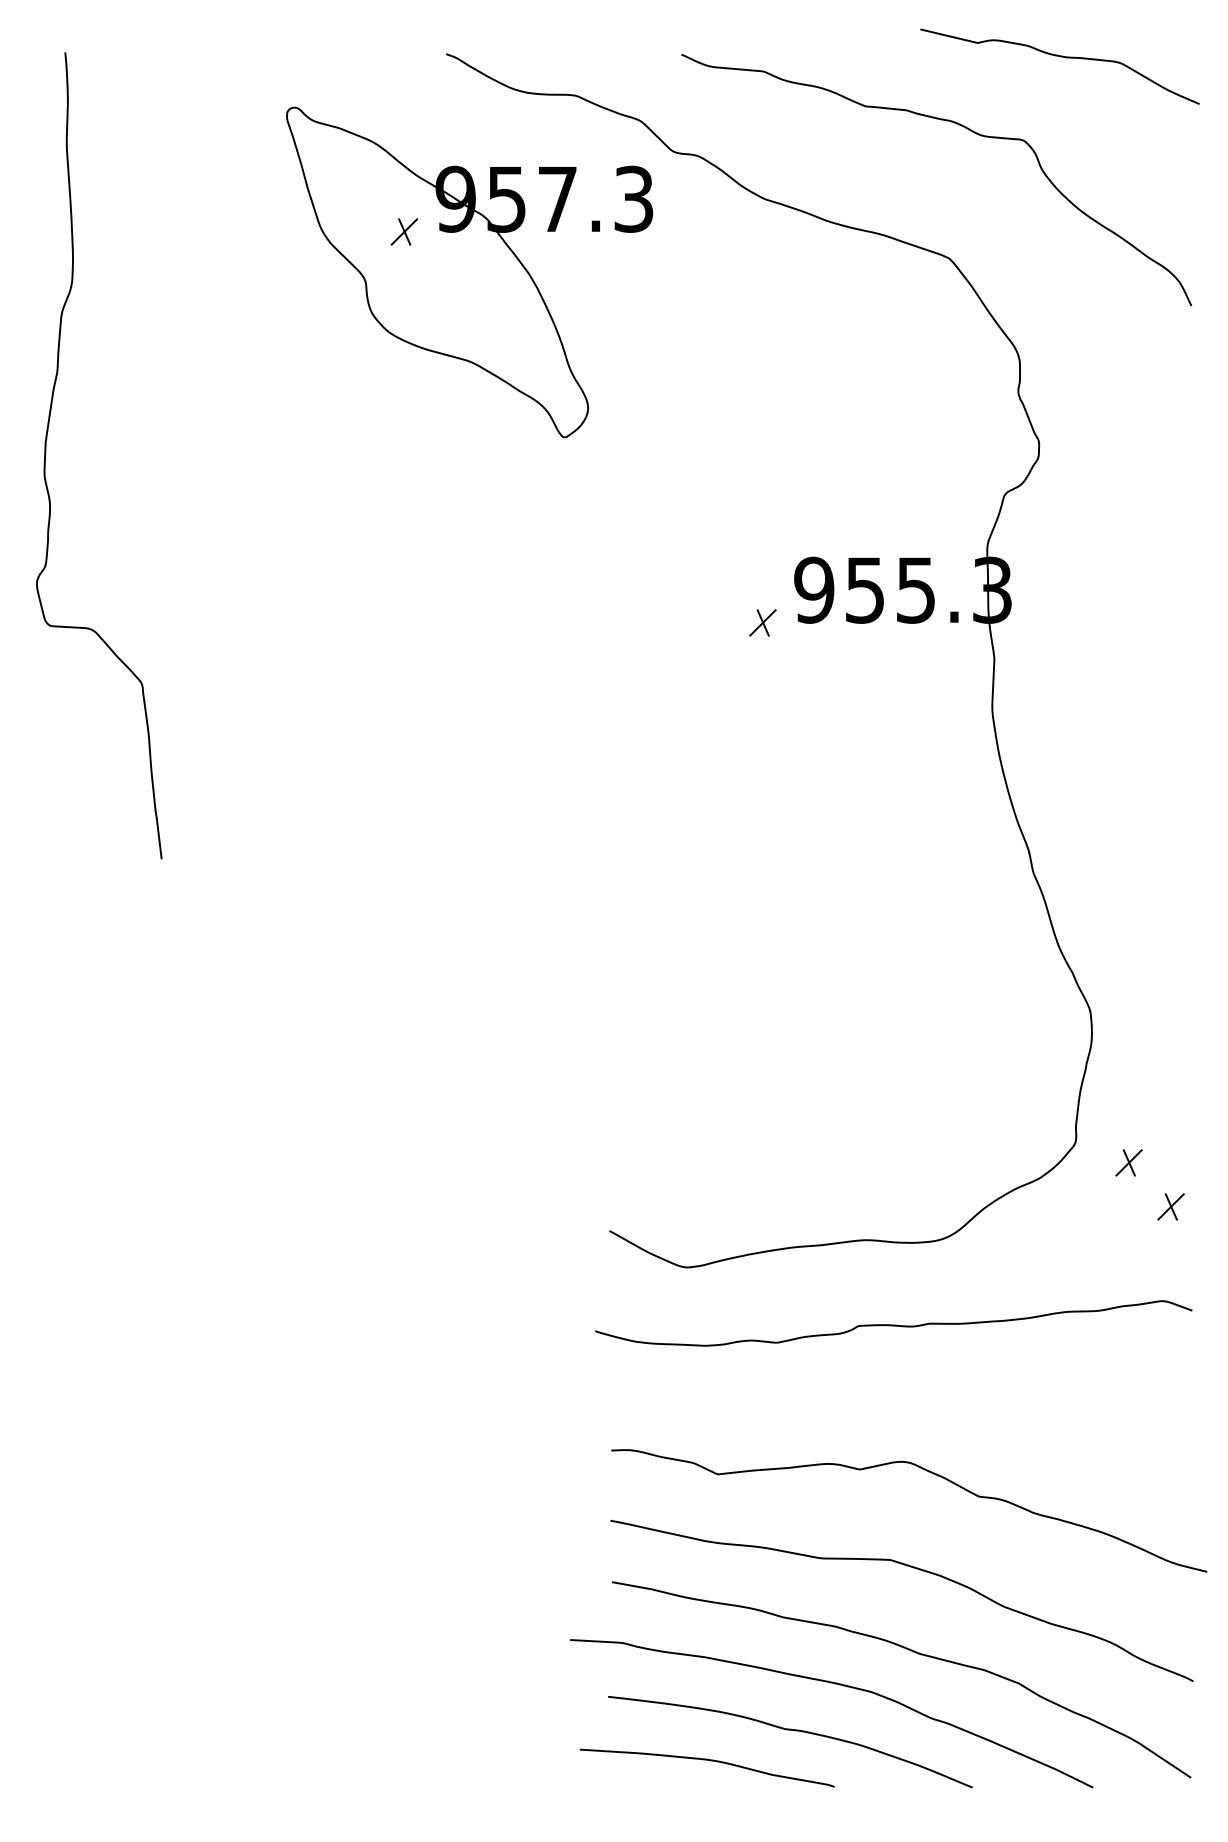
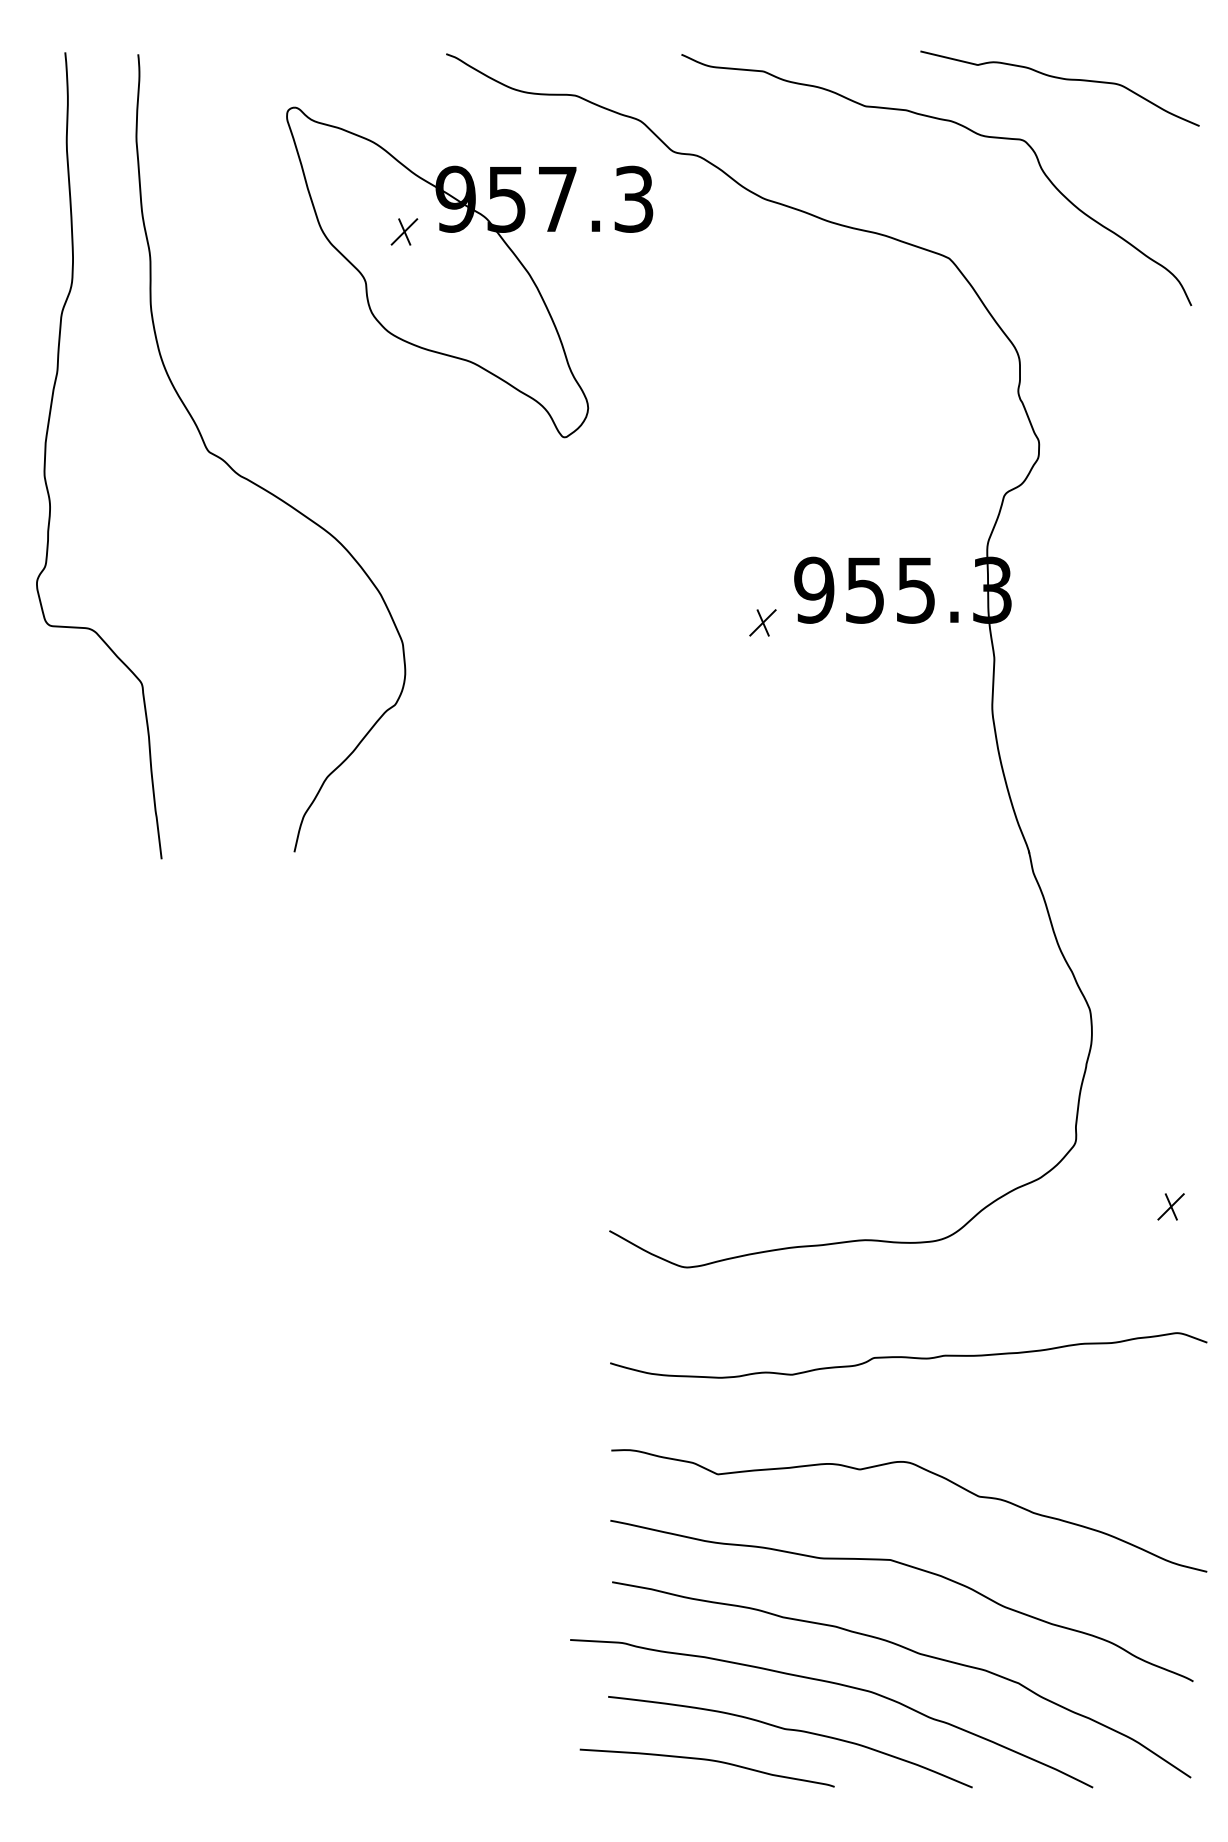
curve at (1060, 57) position: (1060, 57) -> (1060, 79)
curve at (251, 480): none -> present
part at (1128, 1162): present -> none
curve at (893, 1324) position: (893, 1324) -> (908, 1356)
